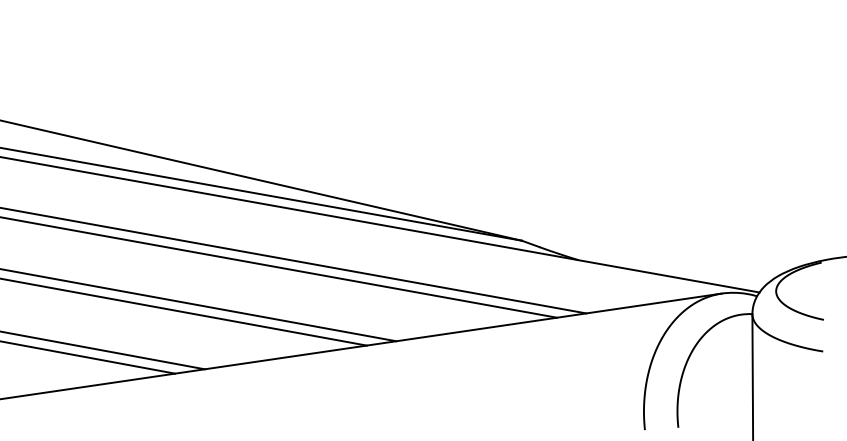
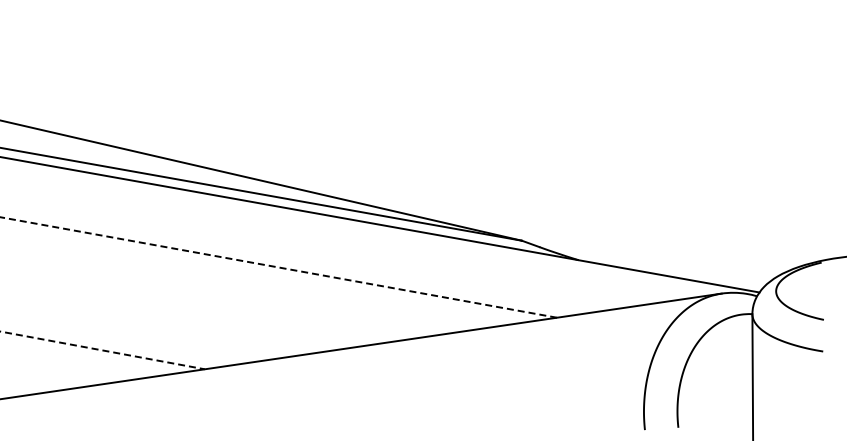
line at (294, 260): present -> none
line at (278, 267): solid -> dashed
line at (199, 305): present -> none
line at (184, 312): present -> none
line at (102, 350): solid -> dashed
line at (88, 357): present -> none
